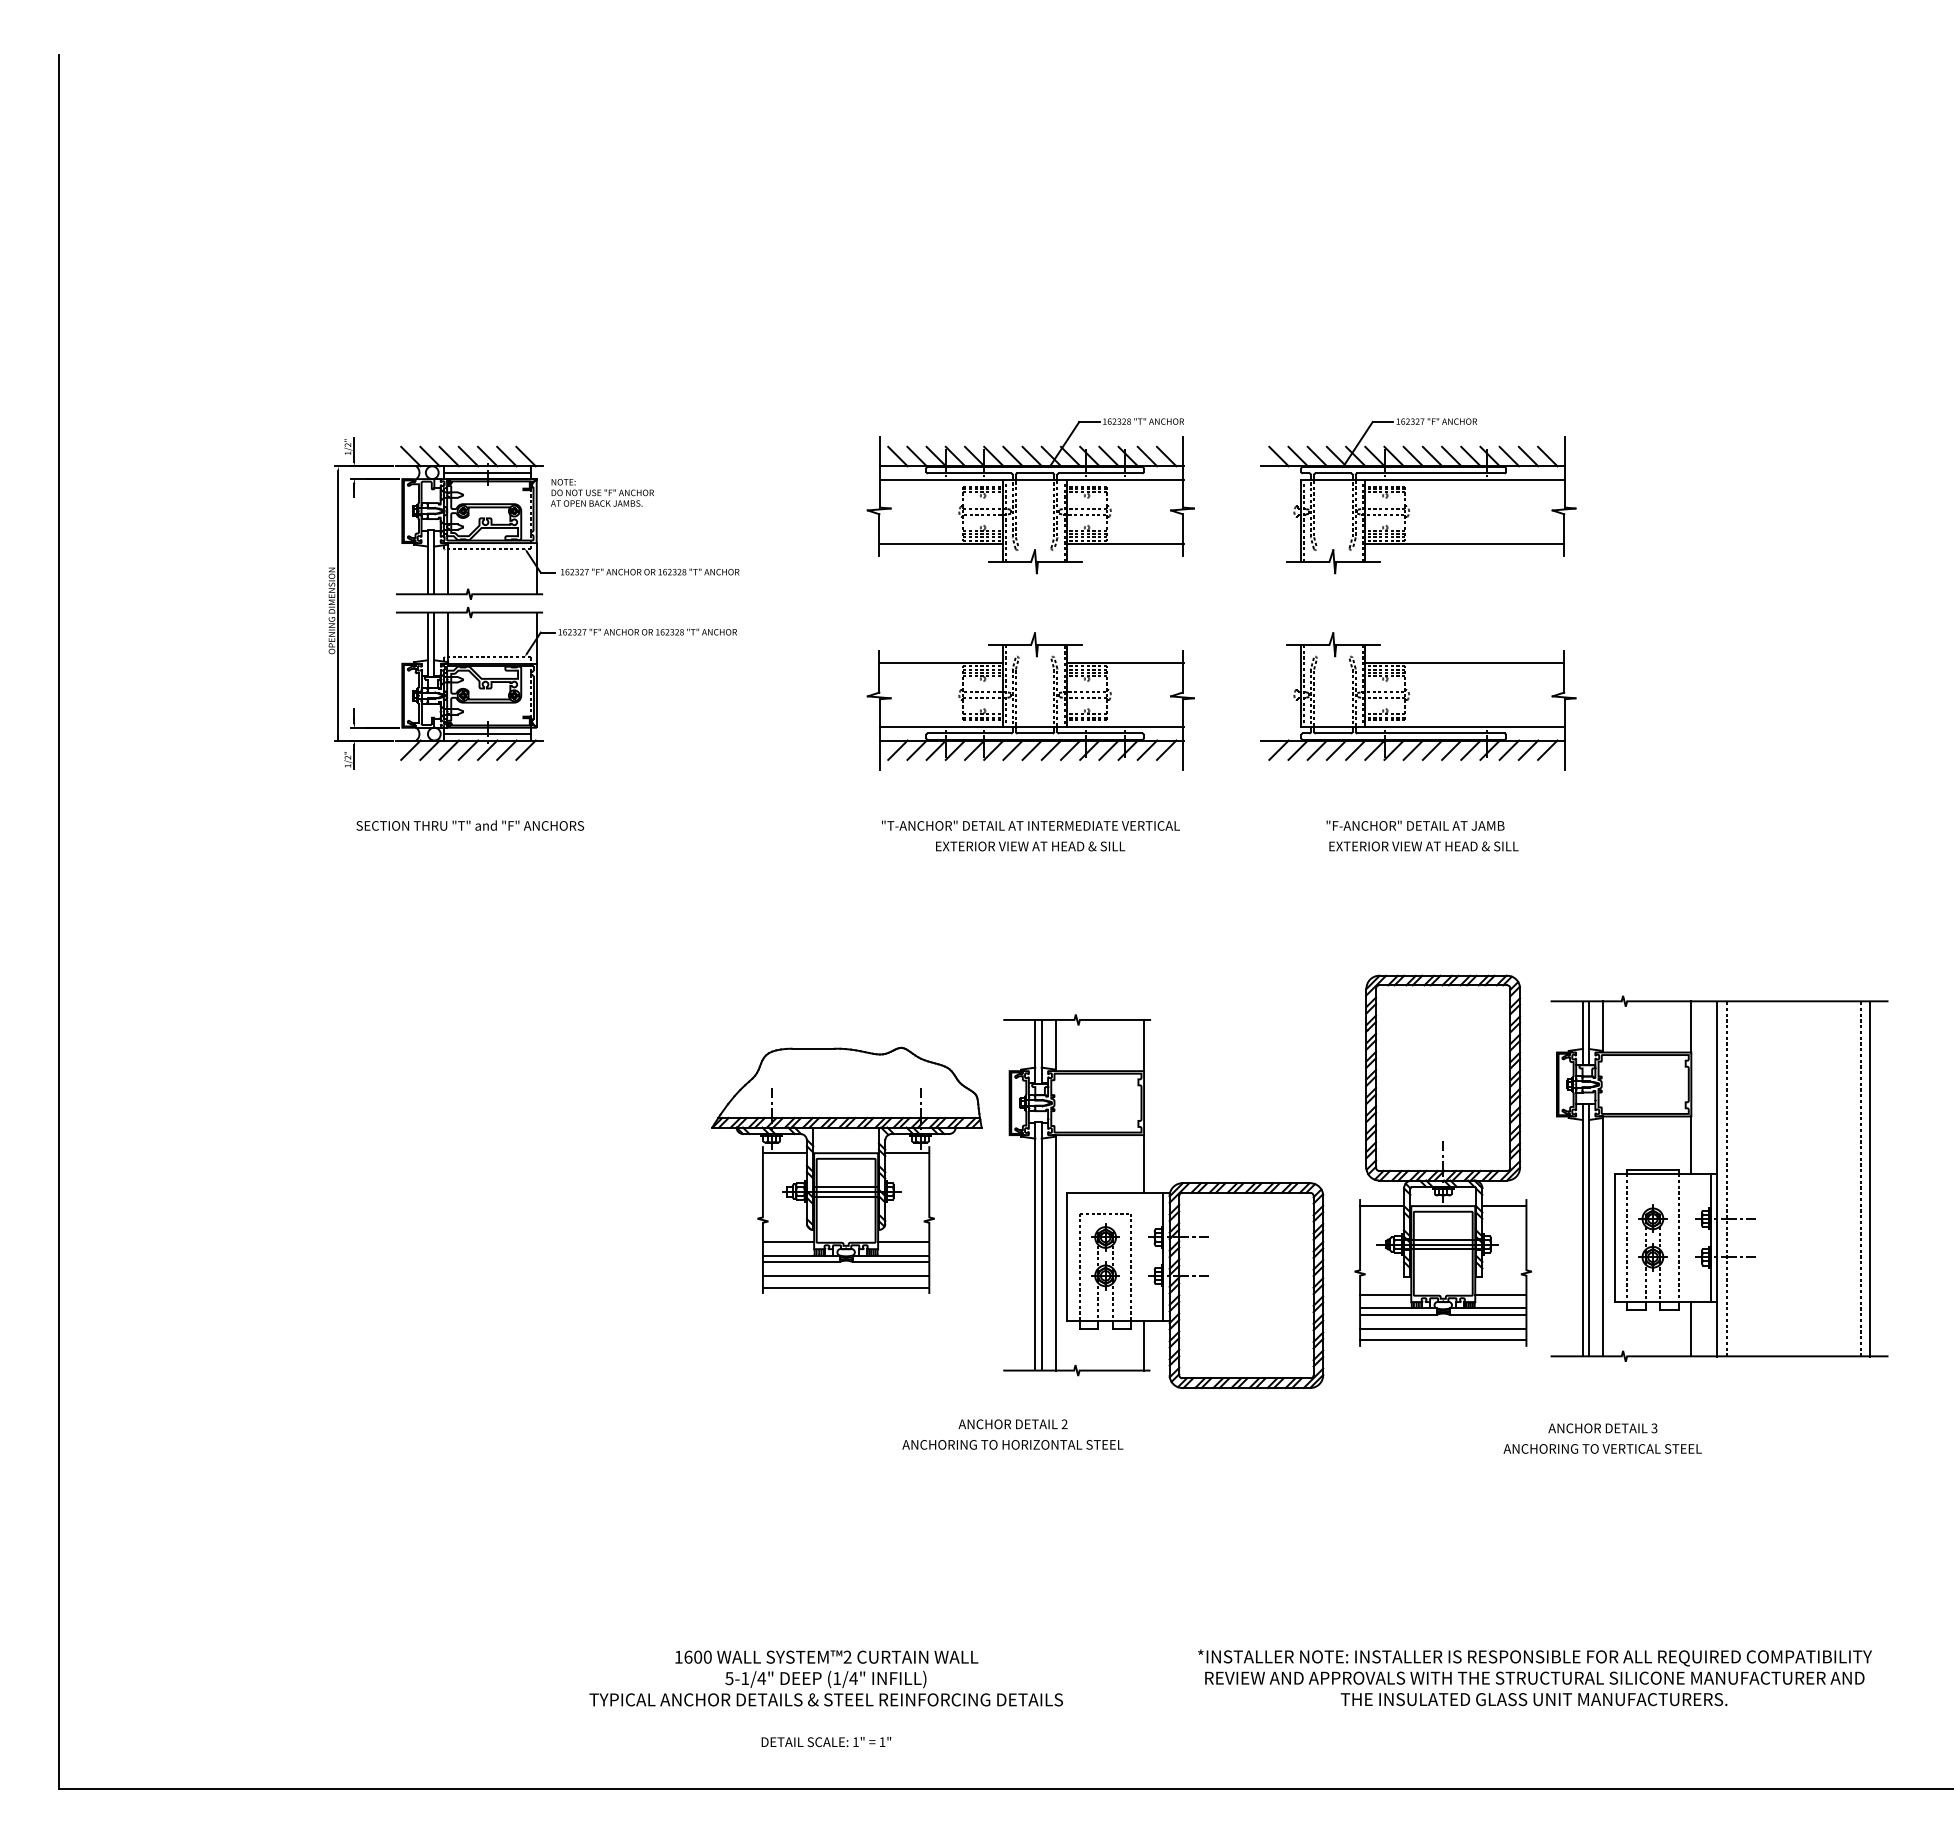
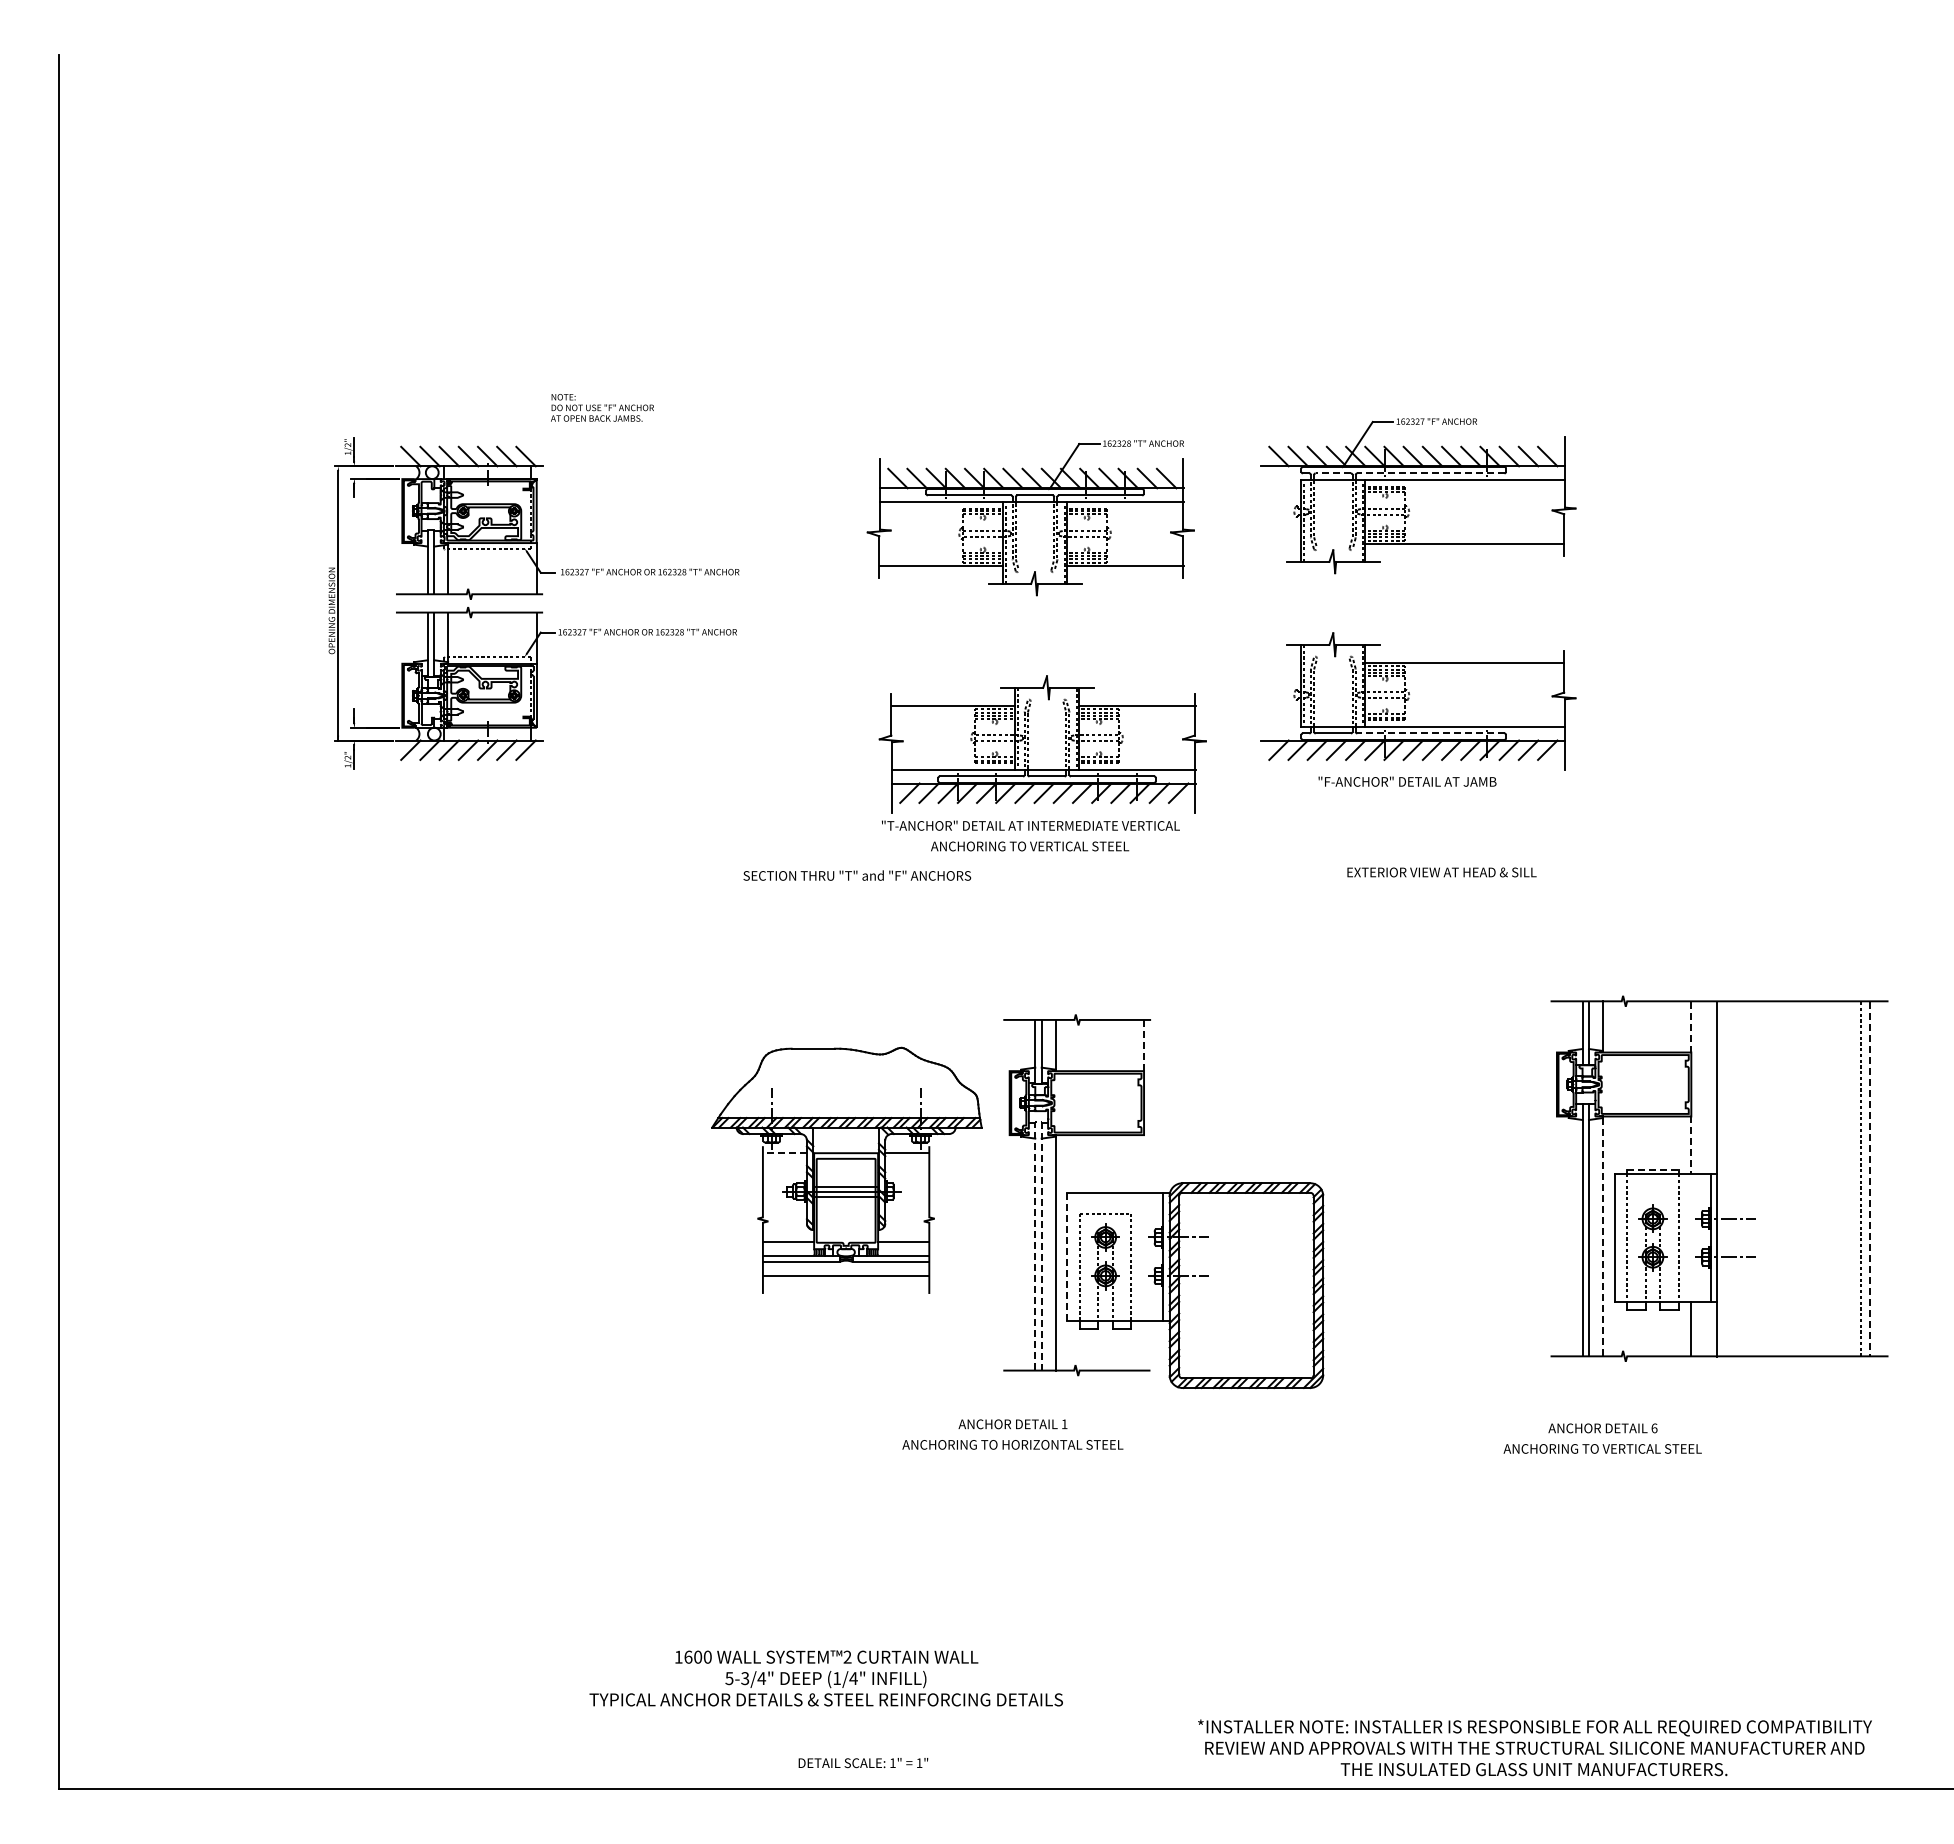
line at (487, 472): present -> none
line at (1333, 473): solid -> dashed
line at (1430, 473): solid -> dashed
text at (602, 492) position: (602, 492) -> (602, 407)
part at (1030, 496) position: (1030, 496) -> (1030, 518)
part at (1030, 701) position: (1030, 701) -> (1042, 744)
line at (1430, 733): solid -> dashed
line at (487, 734): present -> none
text at (470, 825) position: (470, 825) -> (857, 875)
text at (1415, 825) position: (1415, 825) -> (1407, 781)
text at (1030, 846): EXTERIOR VIEW AT HEAD & SILL -> ANCHORING TO VERTICAL STEEL
text at (1423, 846) position: (1423, 846) -> (1441, 872)
line at (1691, 1026): solid -> dashed
line at (1144, 1045): solid -> dashed
line at (1038, 1122): solid -> dashed
line at (1691, 1145): solid -> dashed
line at (784, 1153): solid -> dashed
part at (1443, 1160): present -> none
line at (1144, 1163): present -> none
line at (1652, 1169): solid -> dashed
line at (1726, 1179): present -> none
line at (1870, 1179): solid -> dashed
line at (1602, 1237): solid -> dashed
line at (1067, 1256): solid -> dashed
line at (845, 1287): present -> none
line at (1144, 1345): present -> none
text at (1064, 1423): 2 -> 1
text at (1654, 1428): 3 -> 6
text at (1534, 1677) position: (1534, 1677) -> (1534, 1747)
text at (745, 1678): 5-1/4" -> 5-3/4"
text at (826, 1742) position: (826, 1742) -> (863, 1763)
